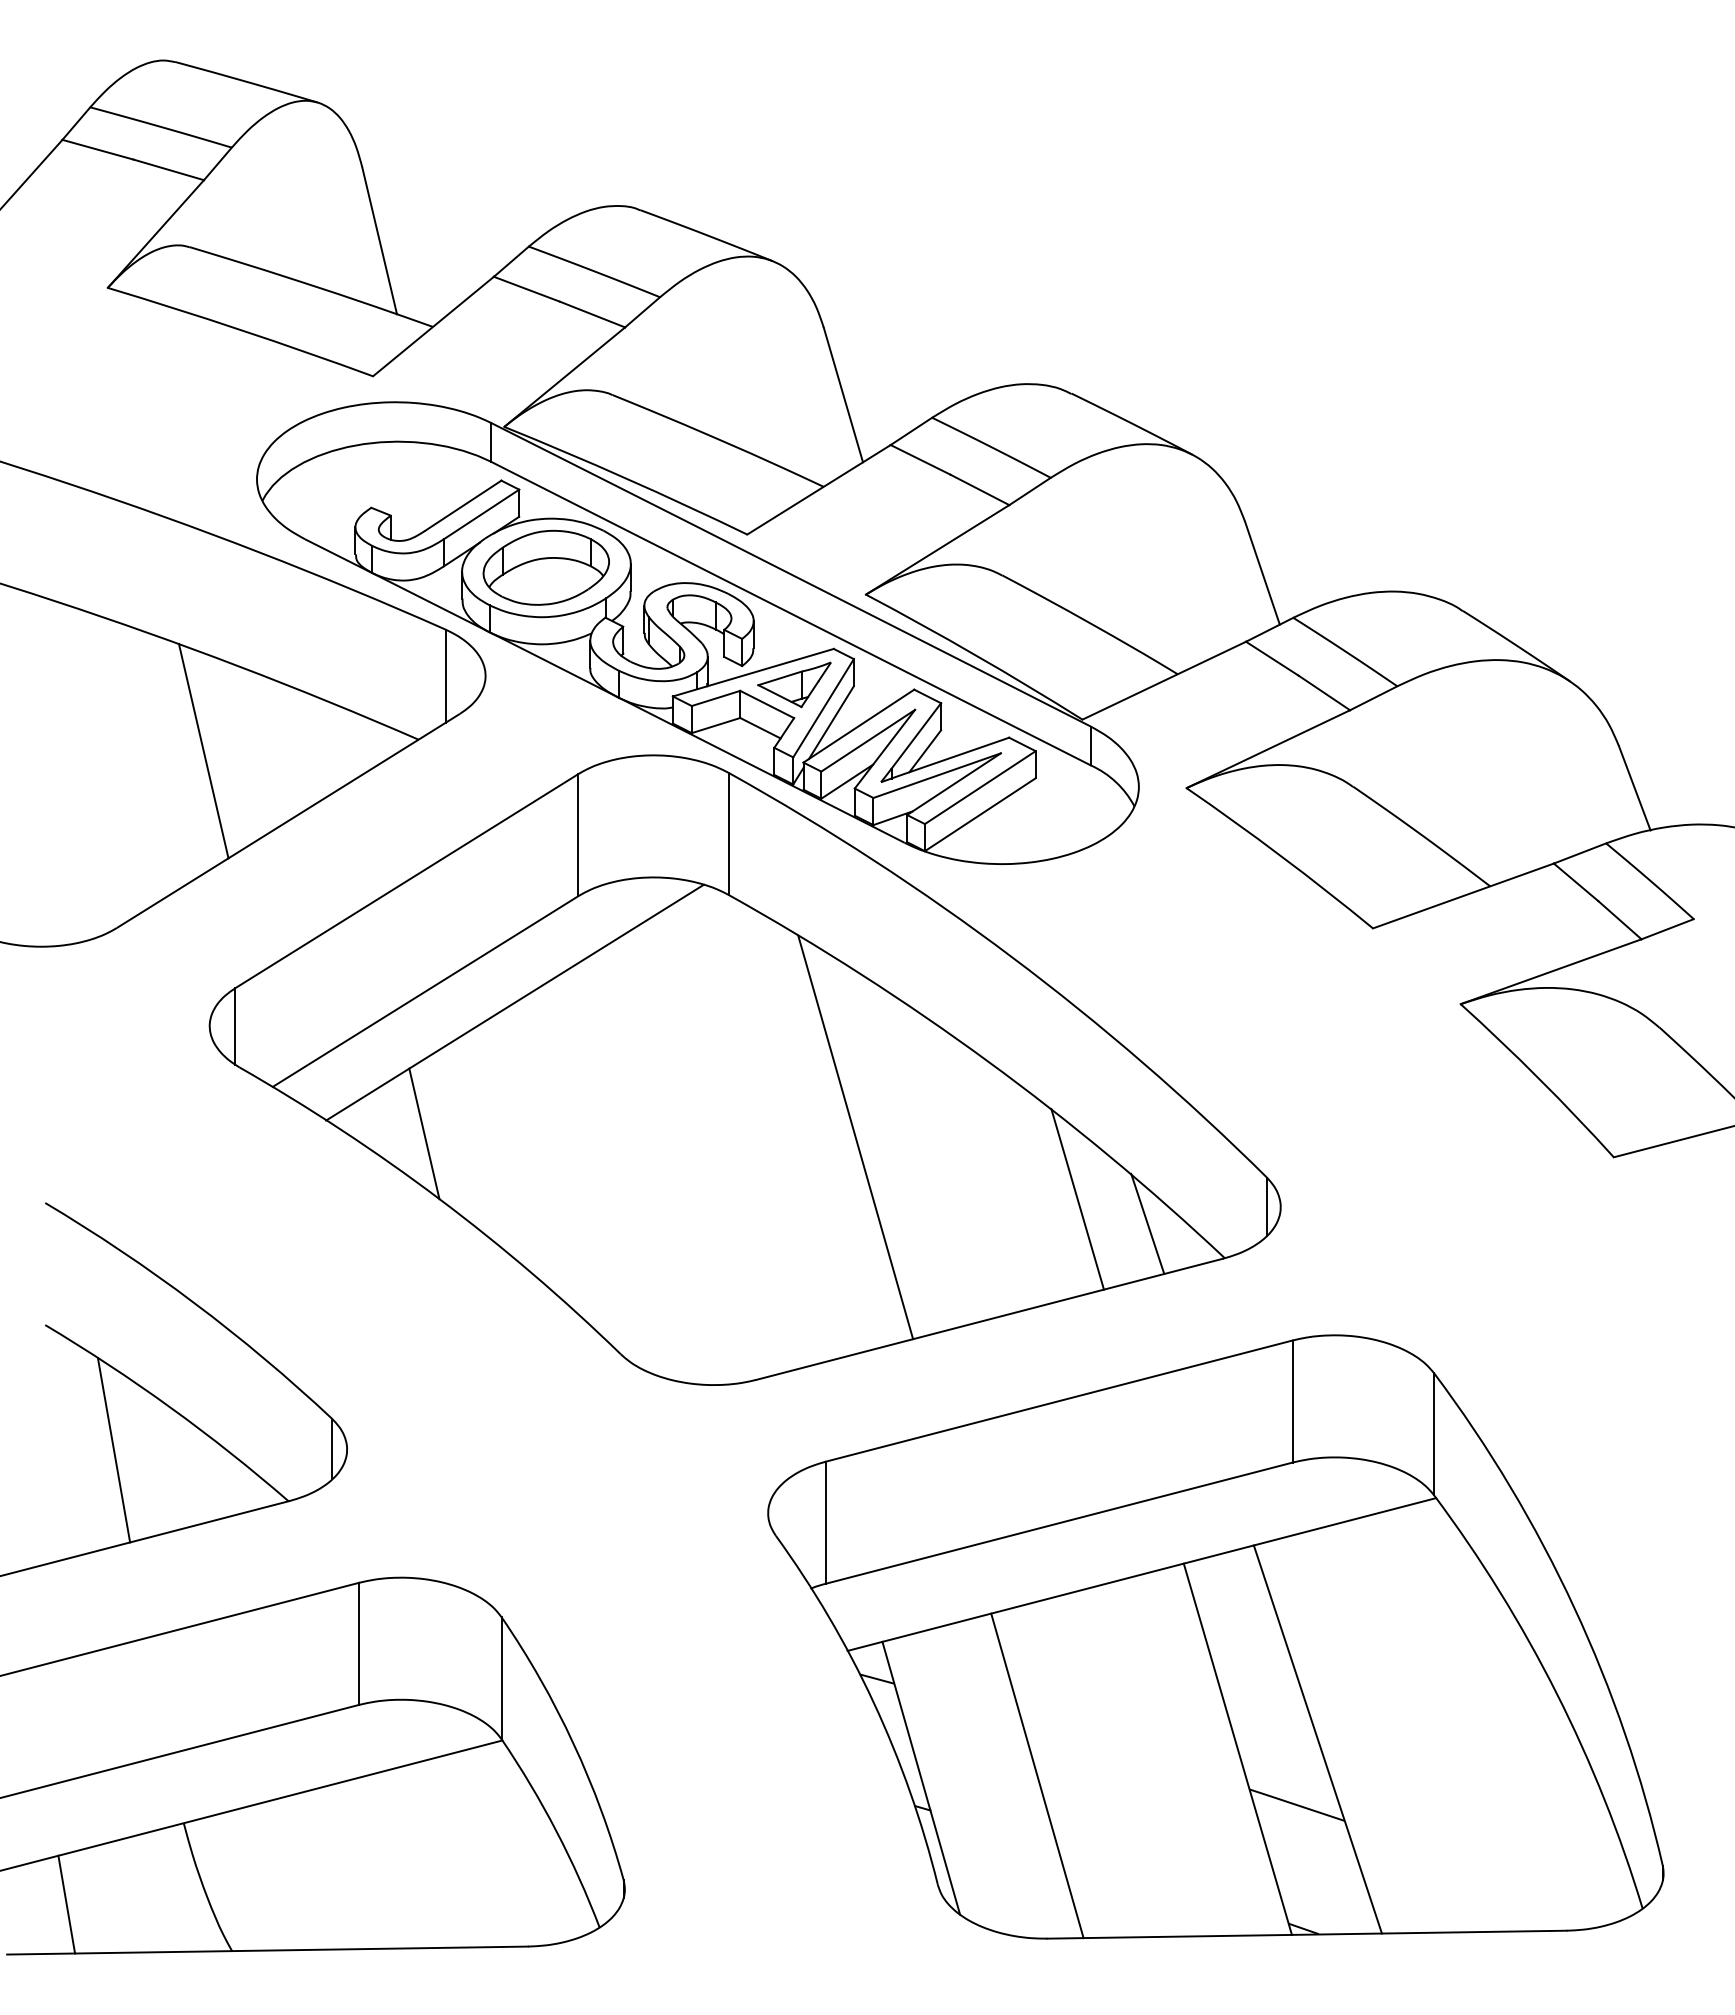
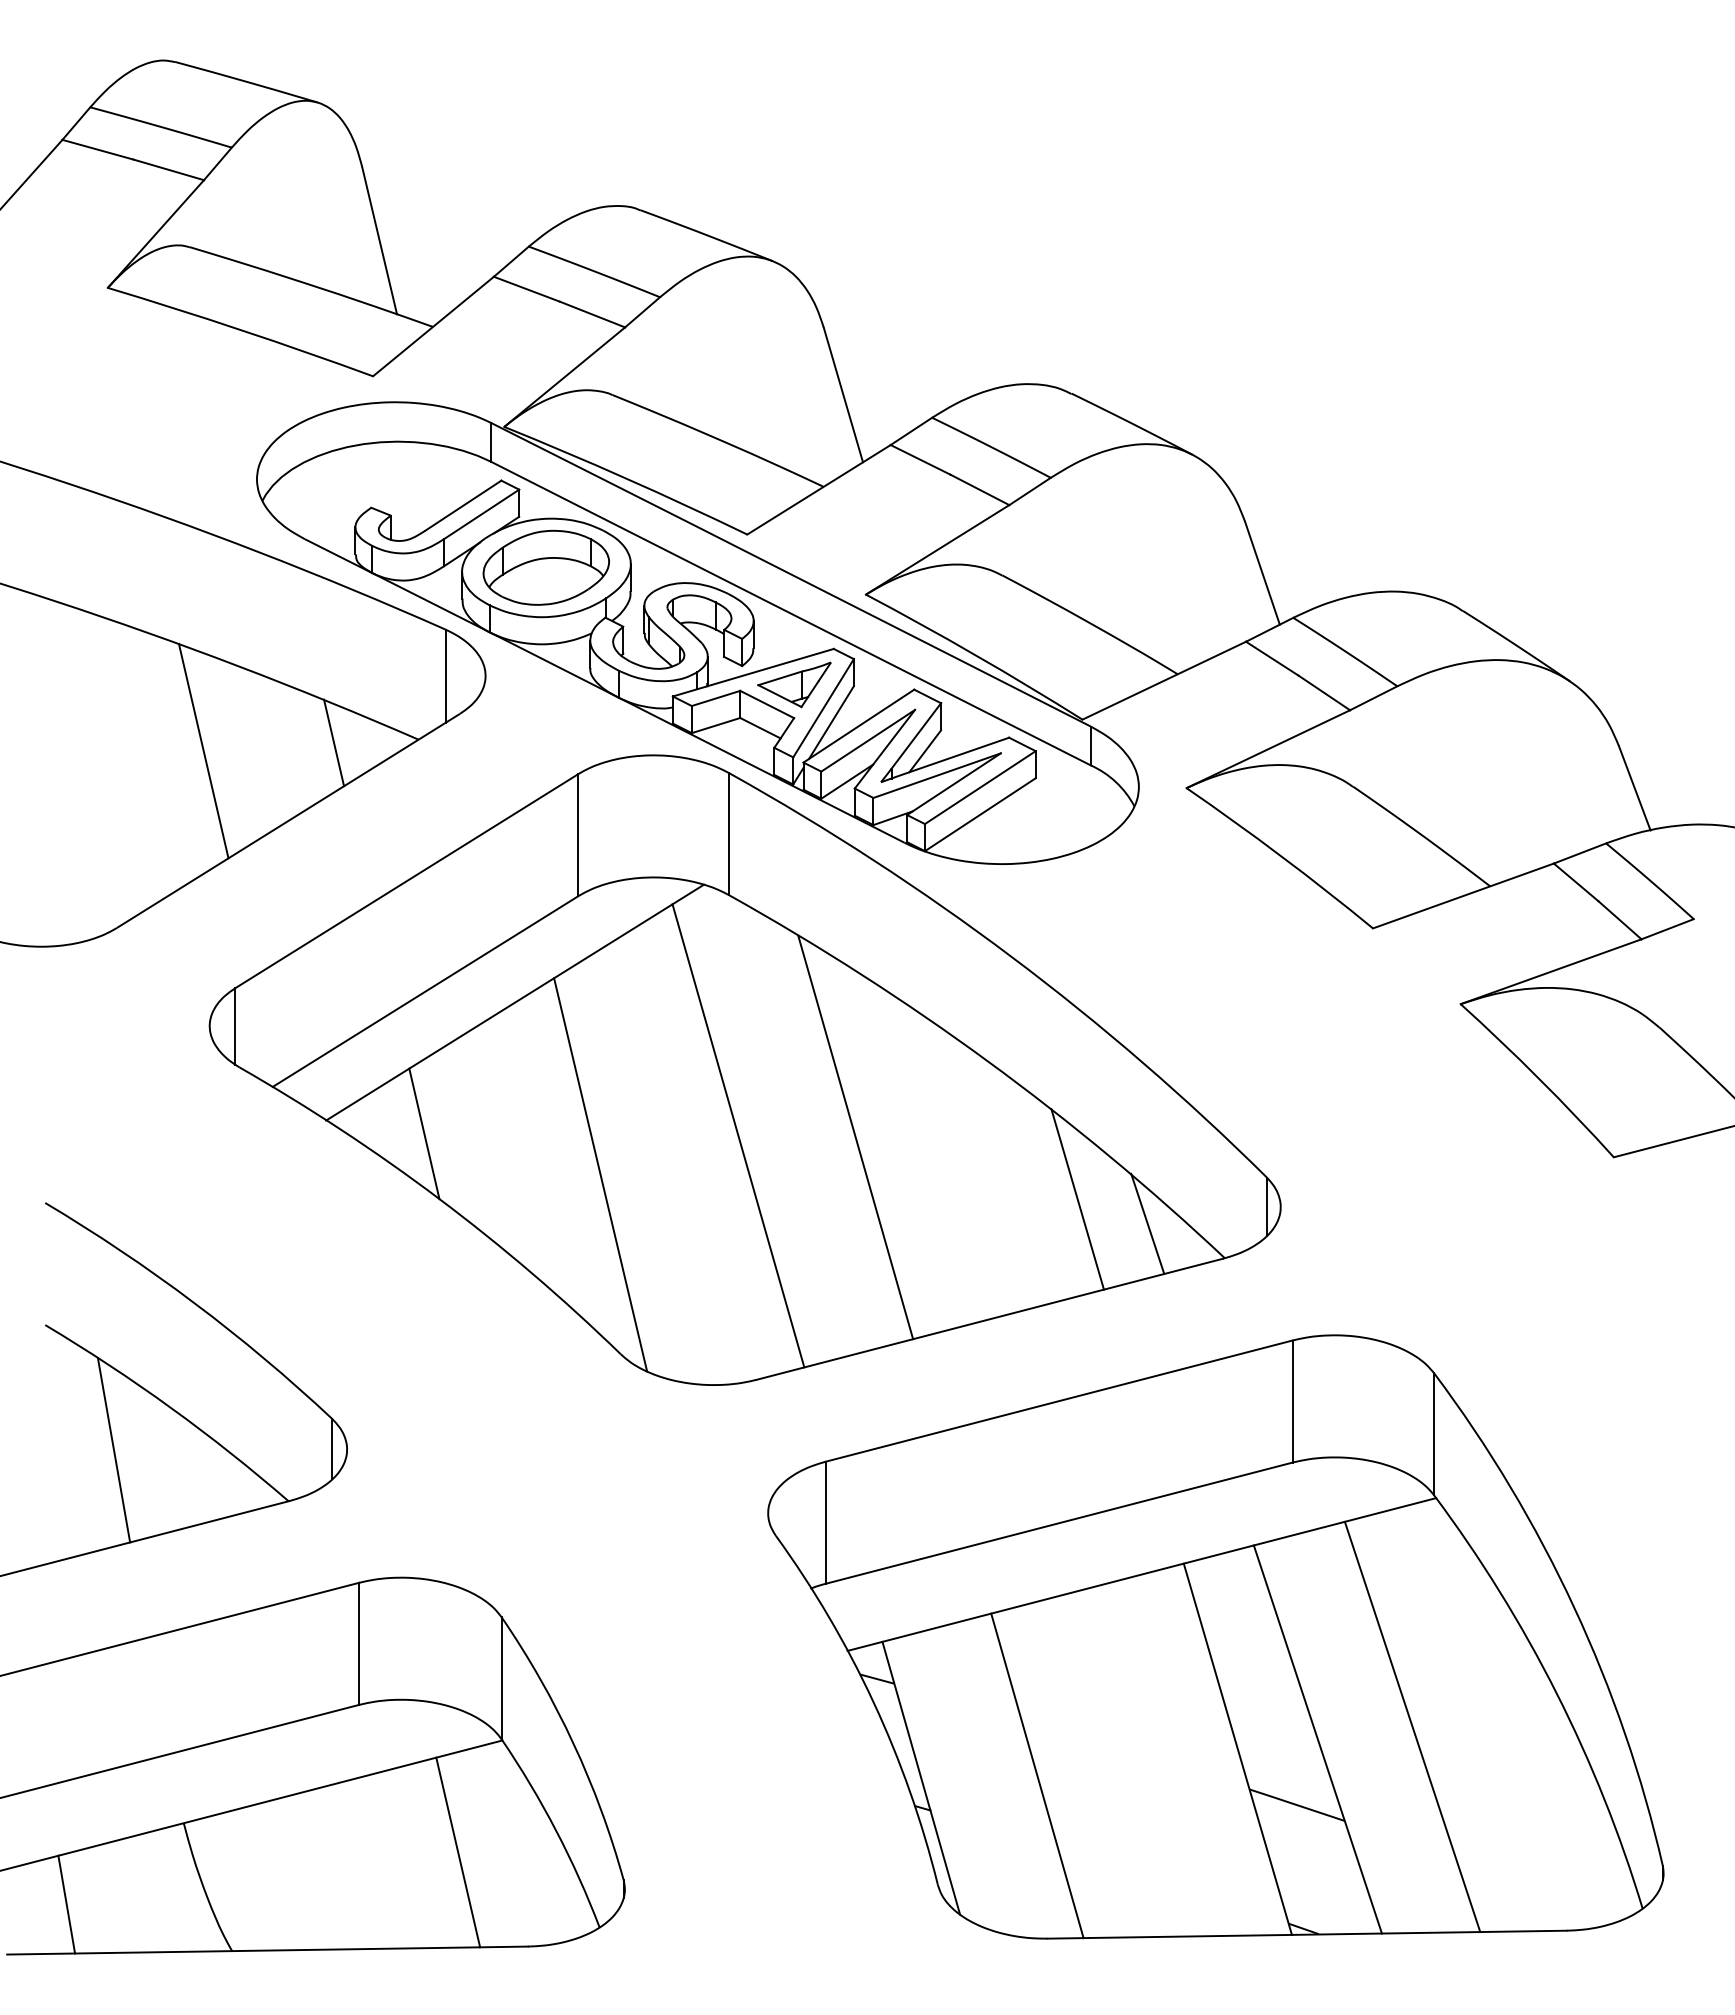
line at (334, 742): none -> present
line at (738, 1135): none -> present
line at (600, 1174): none -> present
line at (1412, 1726): none -> present
line at (458, 1852): none -> present
